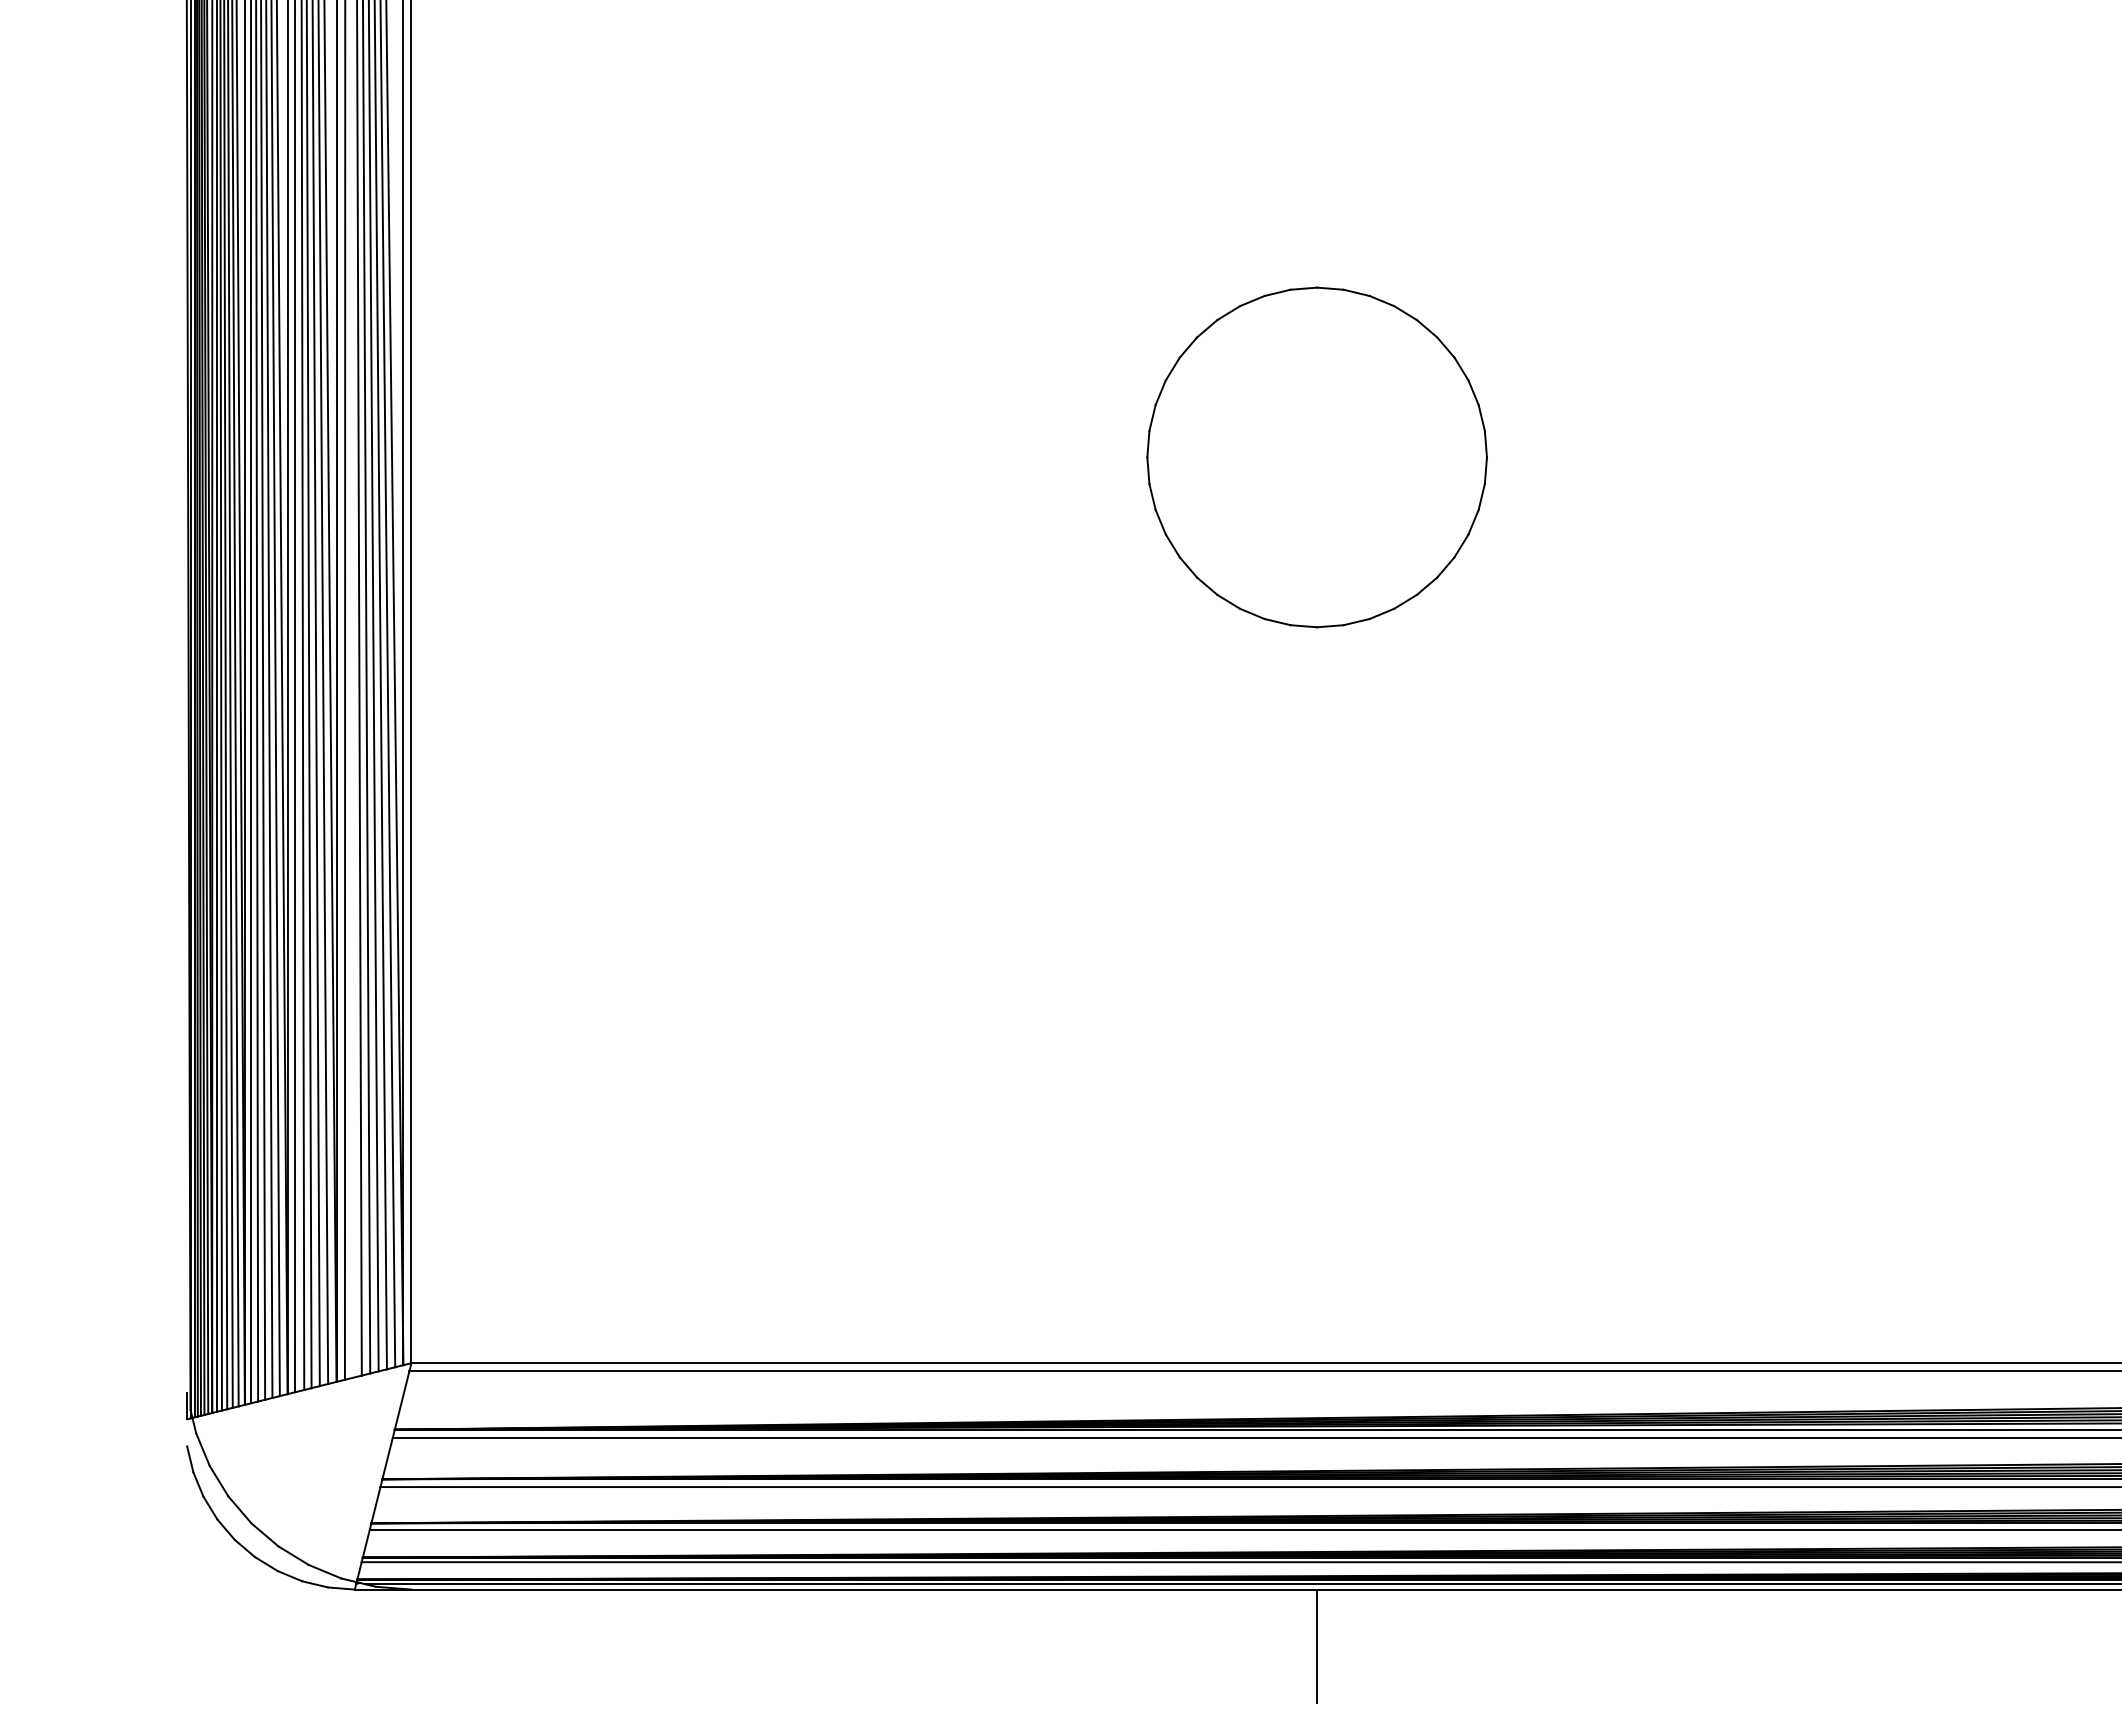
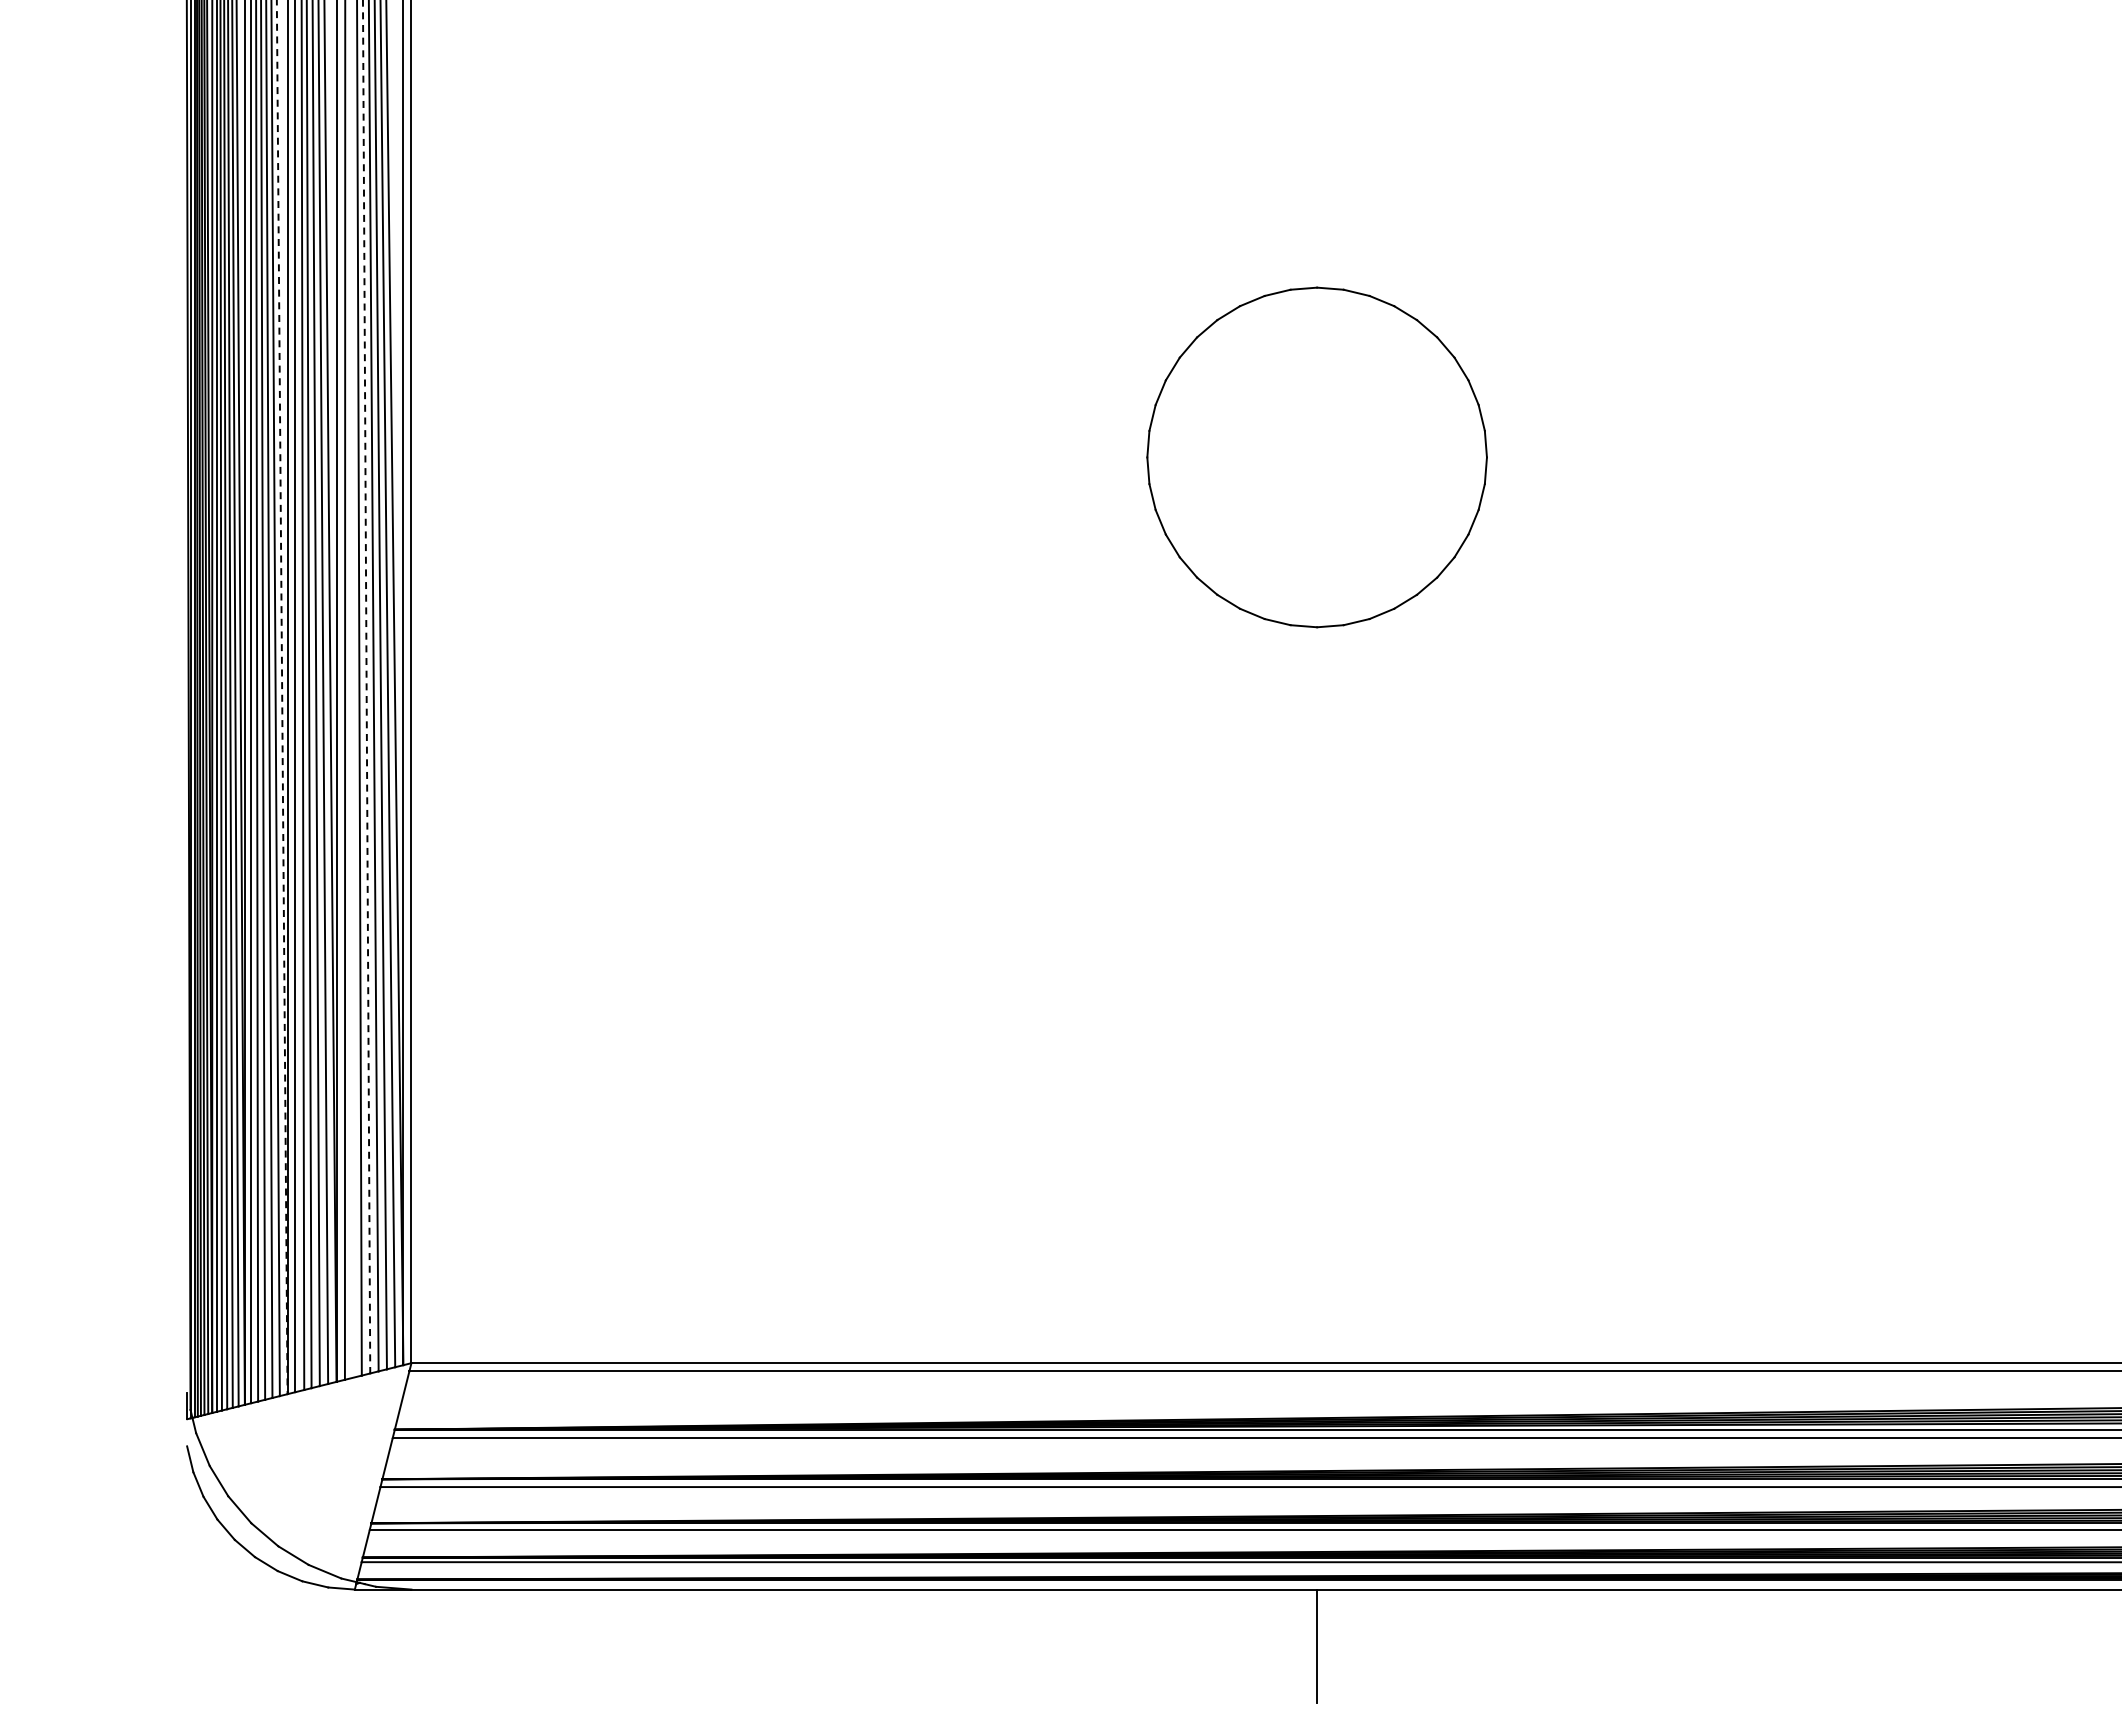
line at (366, 687): solid -> dashed
line at (282, 697): solid -> dashed
line at (1241, 1584): present -> none
